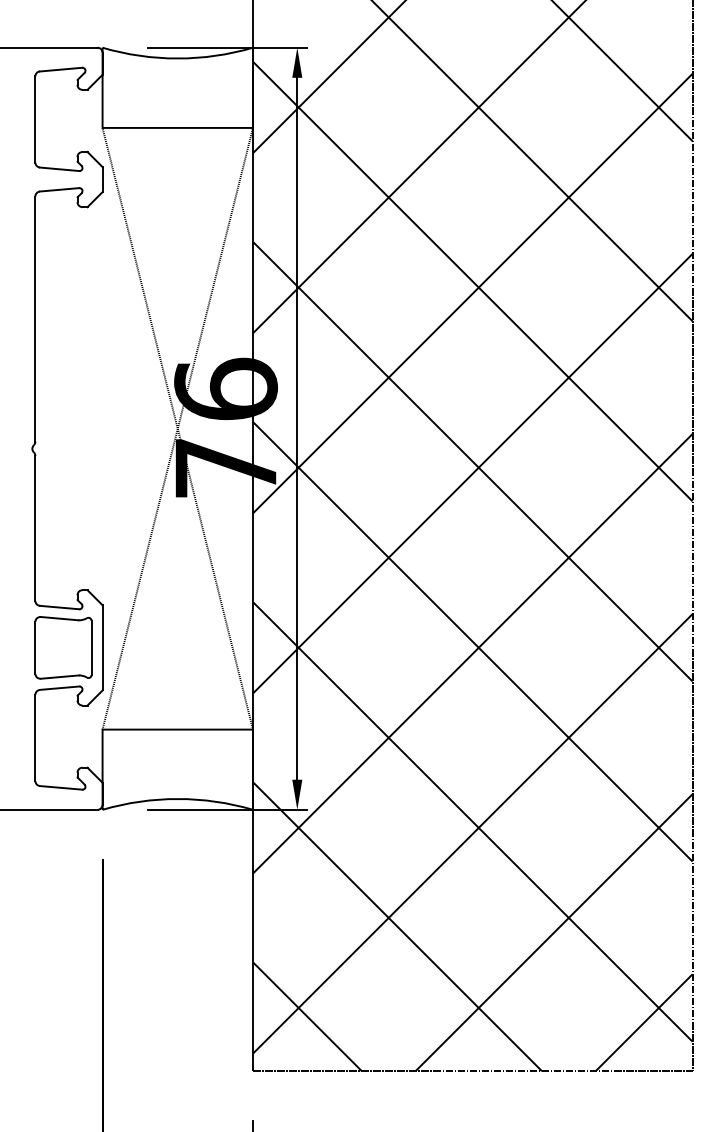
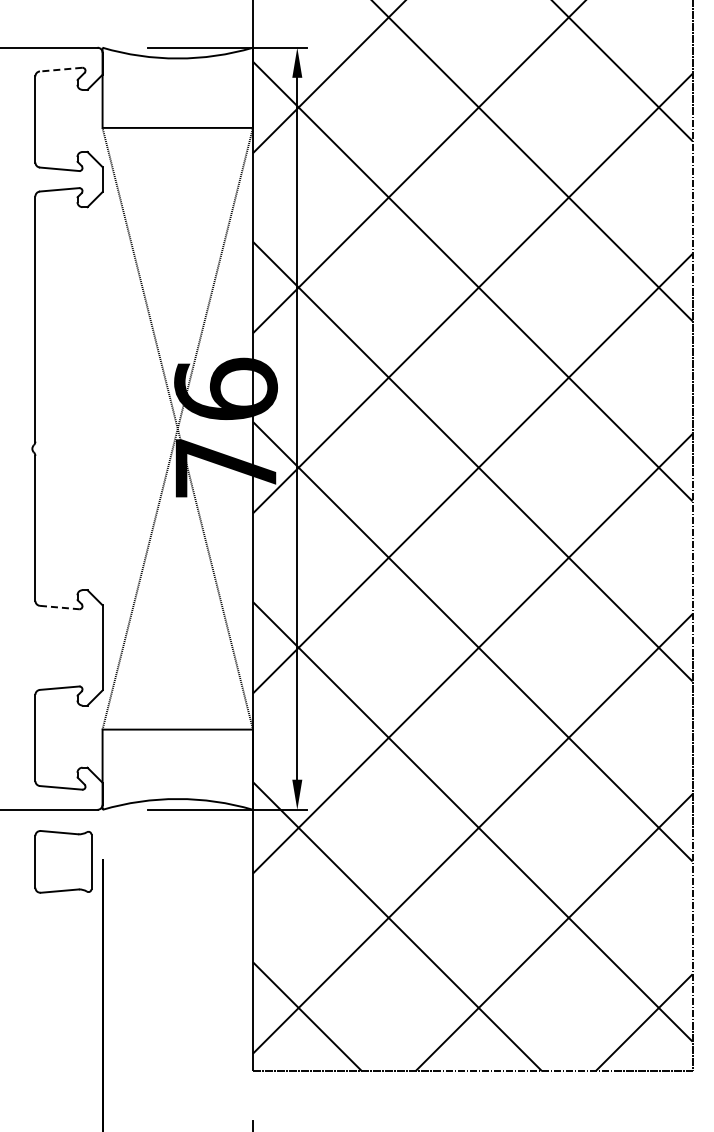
line at (60, 69): solid -> dashed
line at (59, 607): solid -> dashed
part at (63, 647) position: (63, 647) -> (63, 861)
